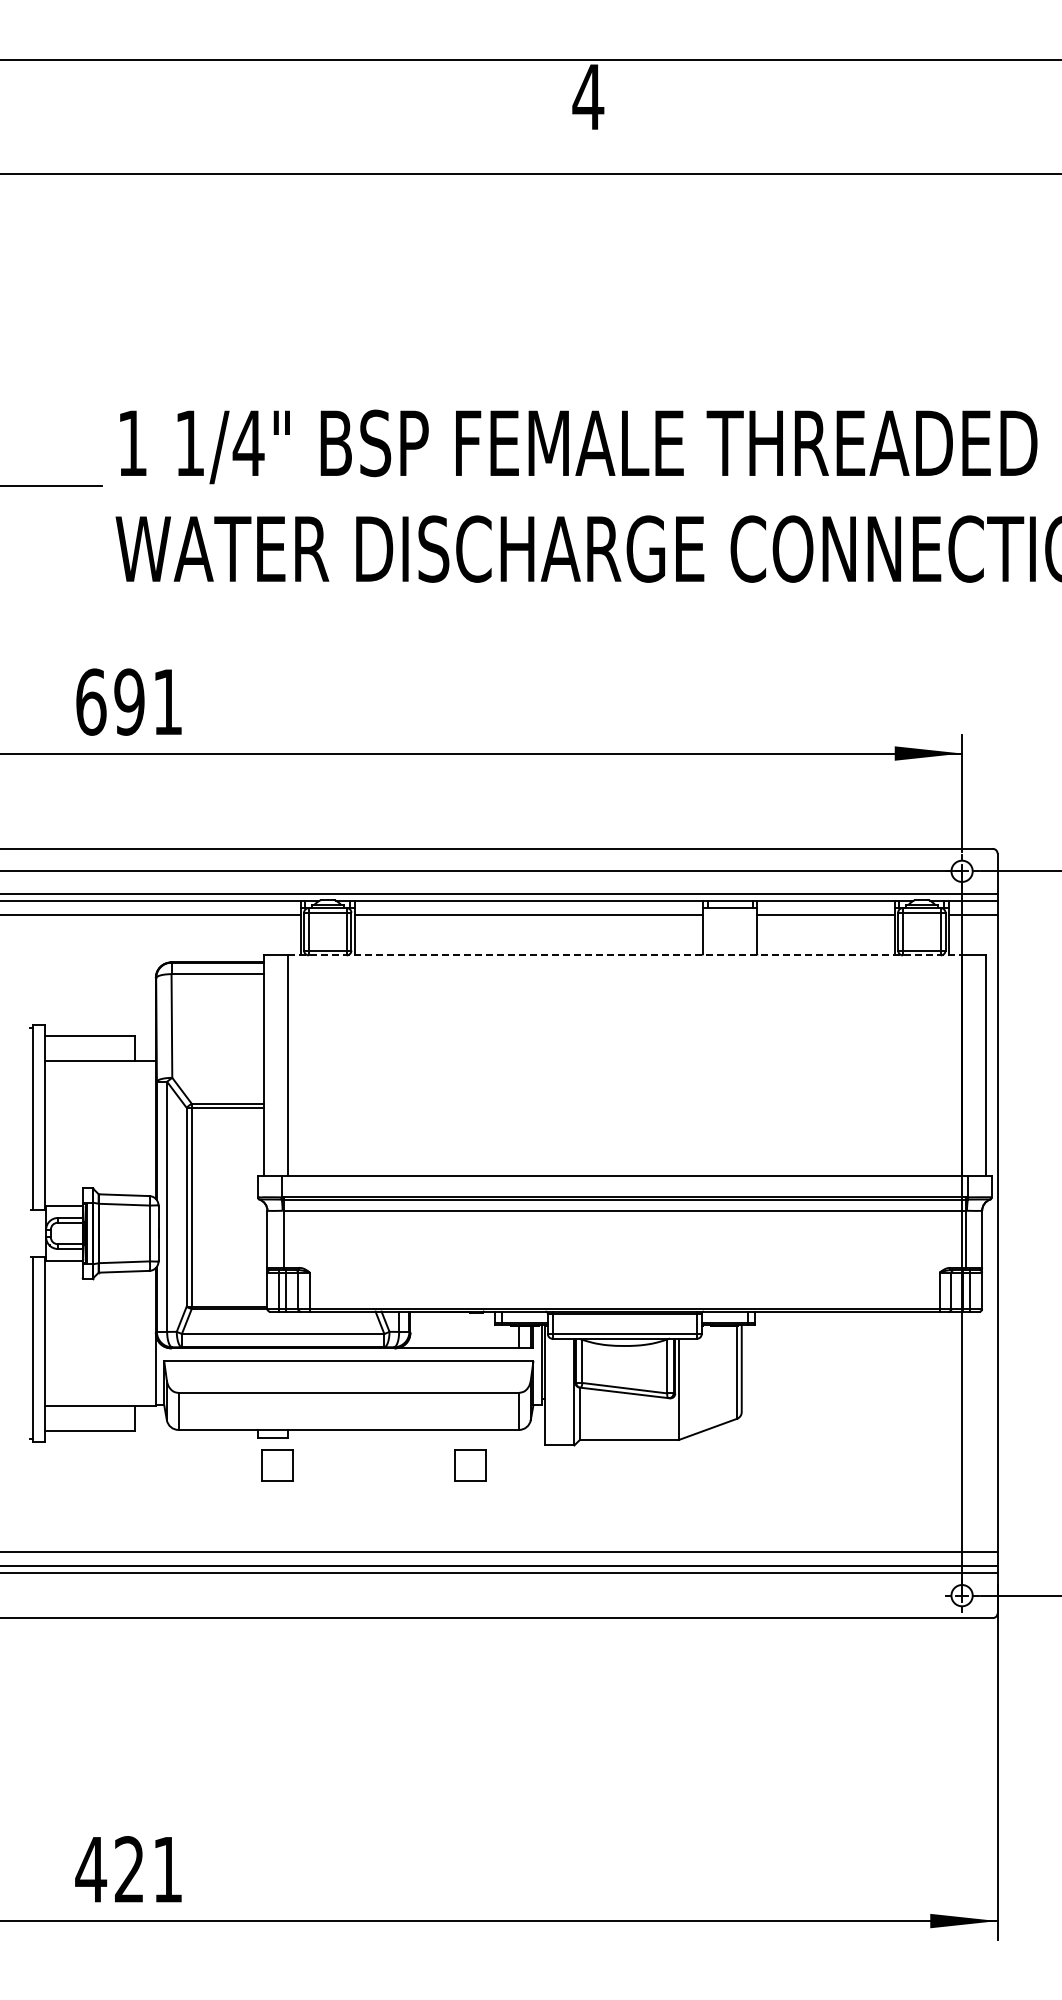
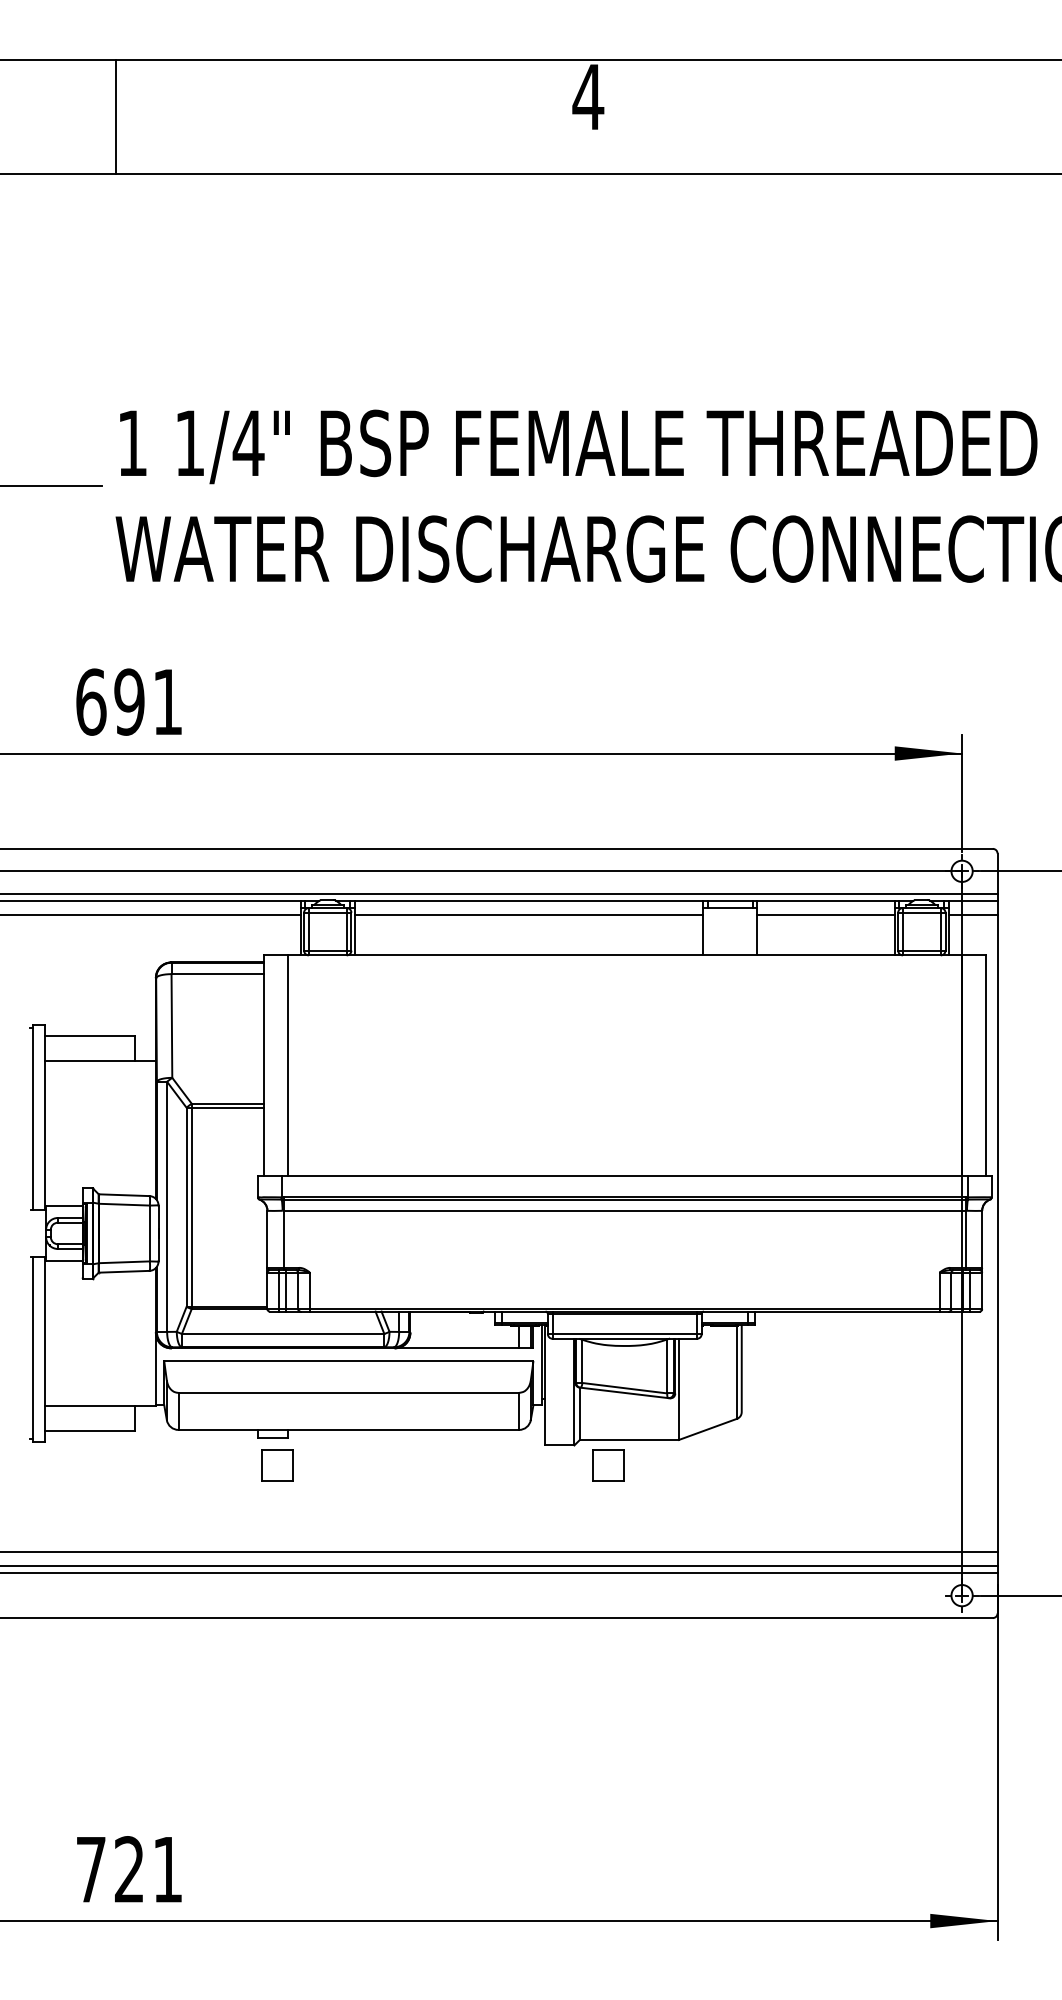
line at (115, 116): none -> present
line at (625, 955): dashed -> solid
part at (470, 1465) position: (470, 1465) -> (608, 1465)
text at (91, 1869): 421 -> 721
